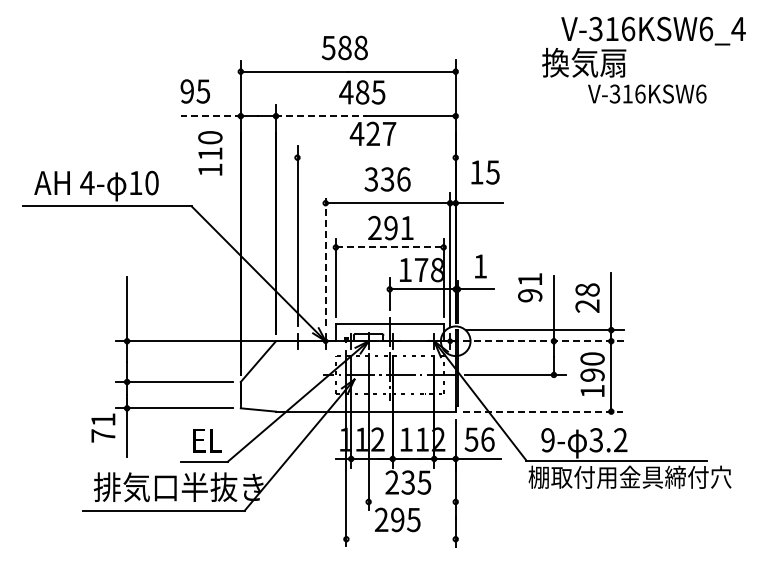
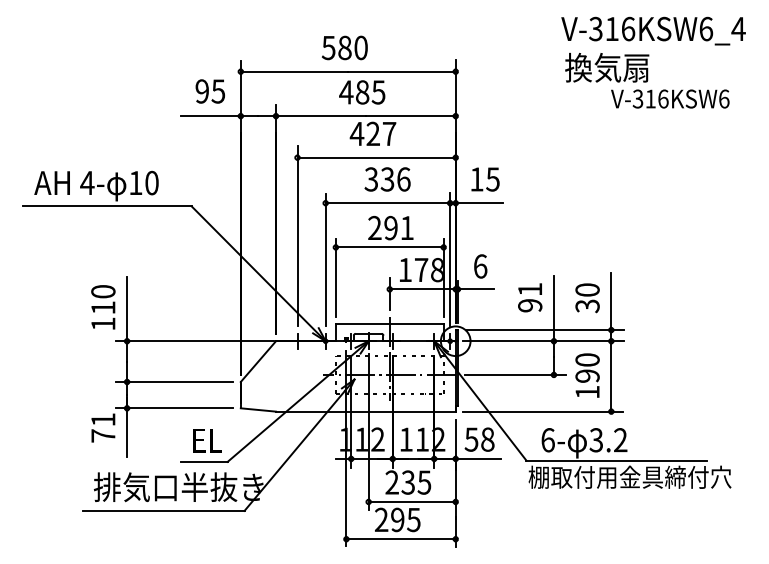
text at (360, 47): 588 -> 580
text at (624, 75) position: (624, 75) -> (647, 80)
text at (194, 91) position: (194, 91) -> (209, 91)
line at (210, 116): dashed -> solid
line at (321, 116): dashed -> solid
text at (210, 153) position: (210, 153) -> (103, 307)
line at (376, 157): none -> present
text at (485, 172) position: (485, 172) -> (485, 179)
line at (389, 247): dashed -> solid
line at (325, 259): dashed -> solid
text at (480, 266): 1 -> 6
text at (530, 287) position: (530, 287) -> (530, 297)
text at (587, 298): 28 -> 30
line at (543, 341): dashed -> solid
text at (592, 374) position: (592, 374) -> (587, 375)
line at (543, 411): dashed -> solid
text at (487, 439): 56 -> 58
text at (547, 440): 9- -> 6-
line at (411, 501): none -> present
line at (400, 539): none -> present
